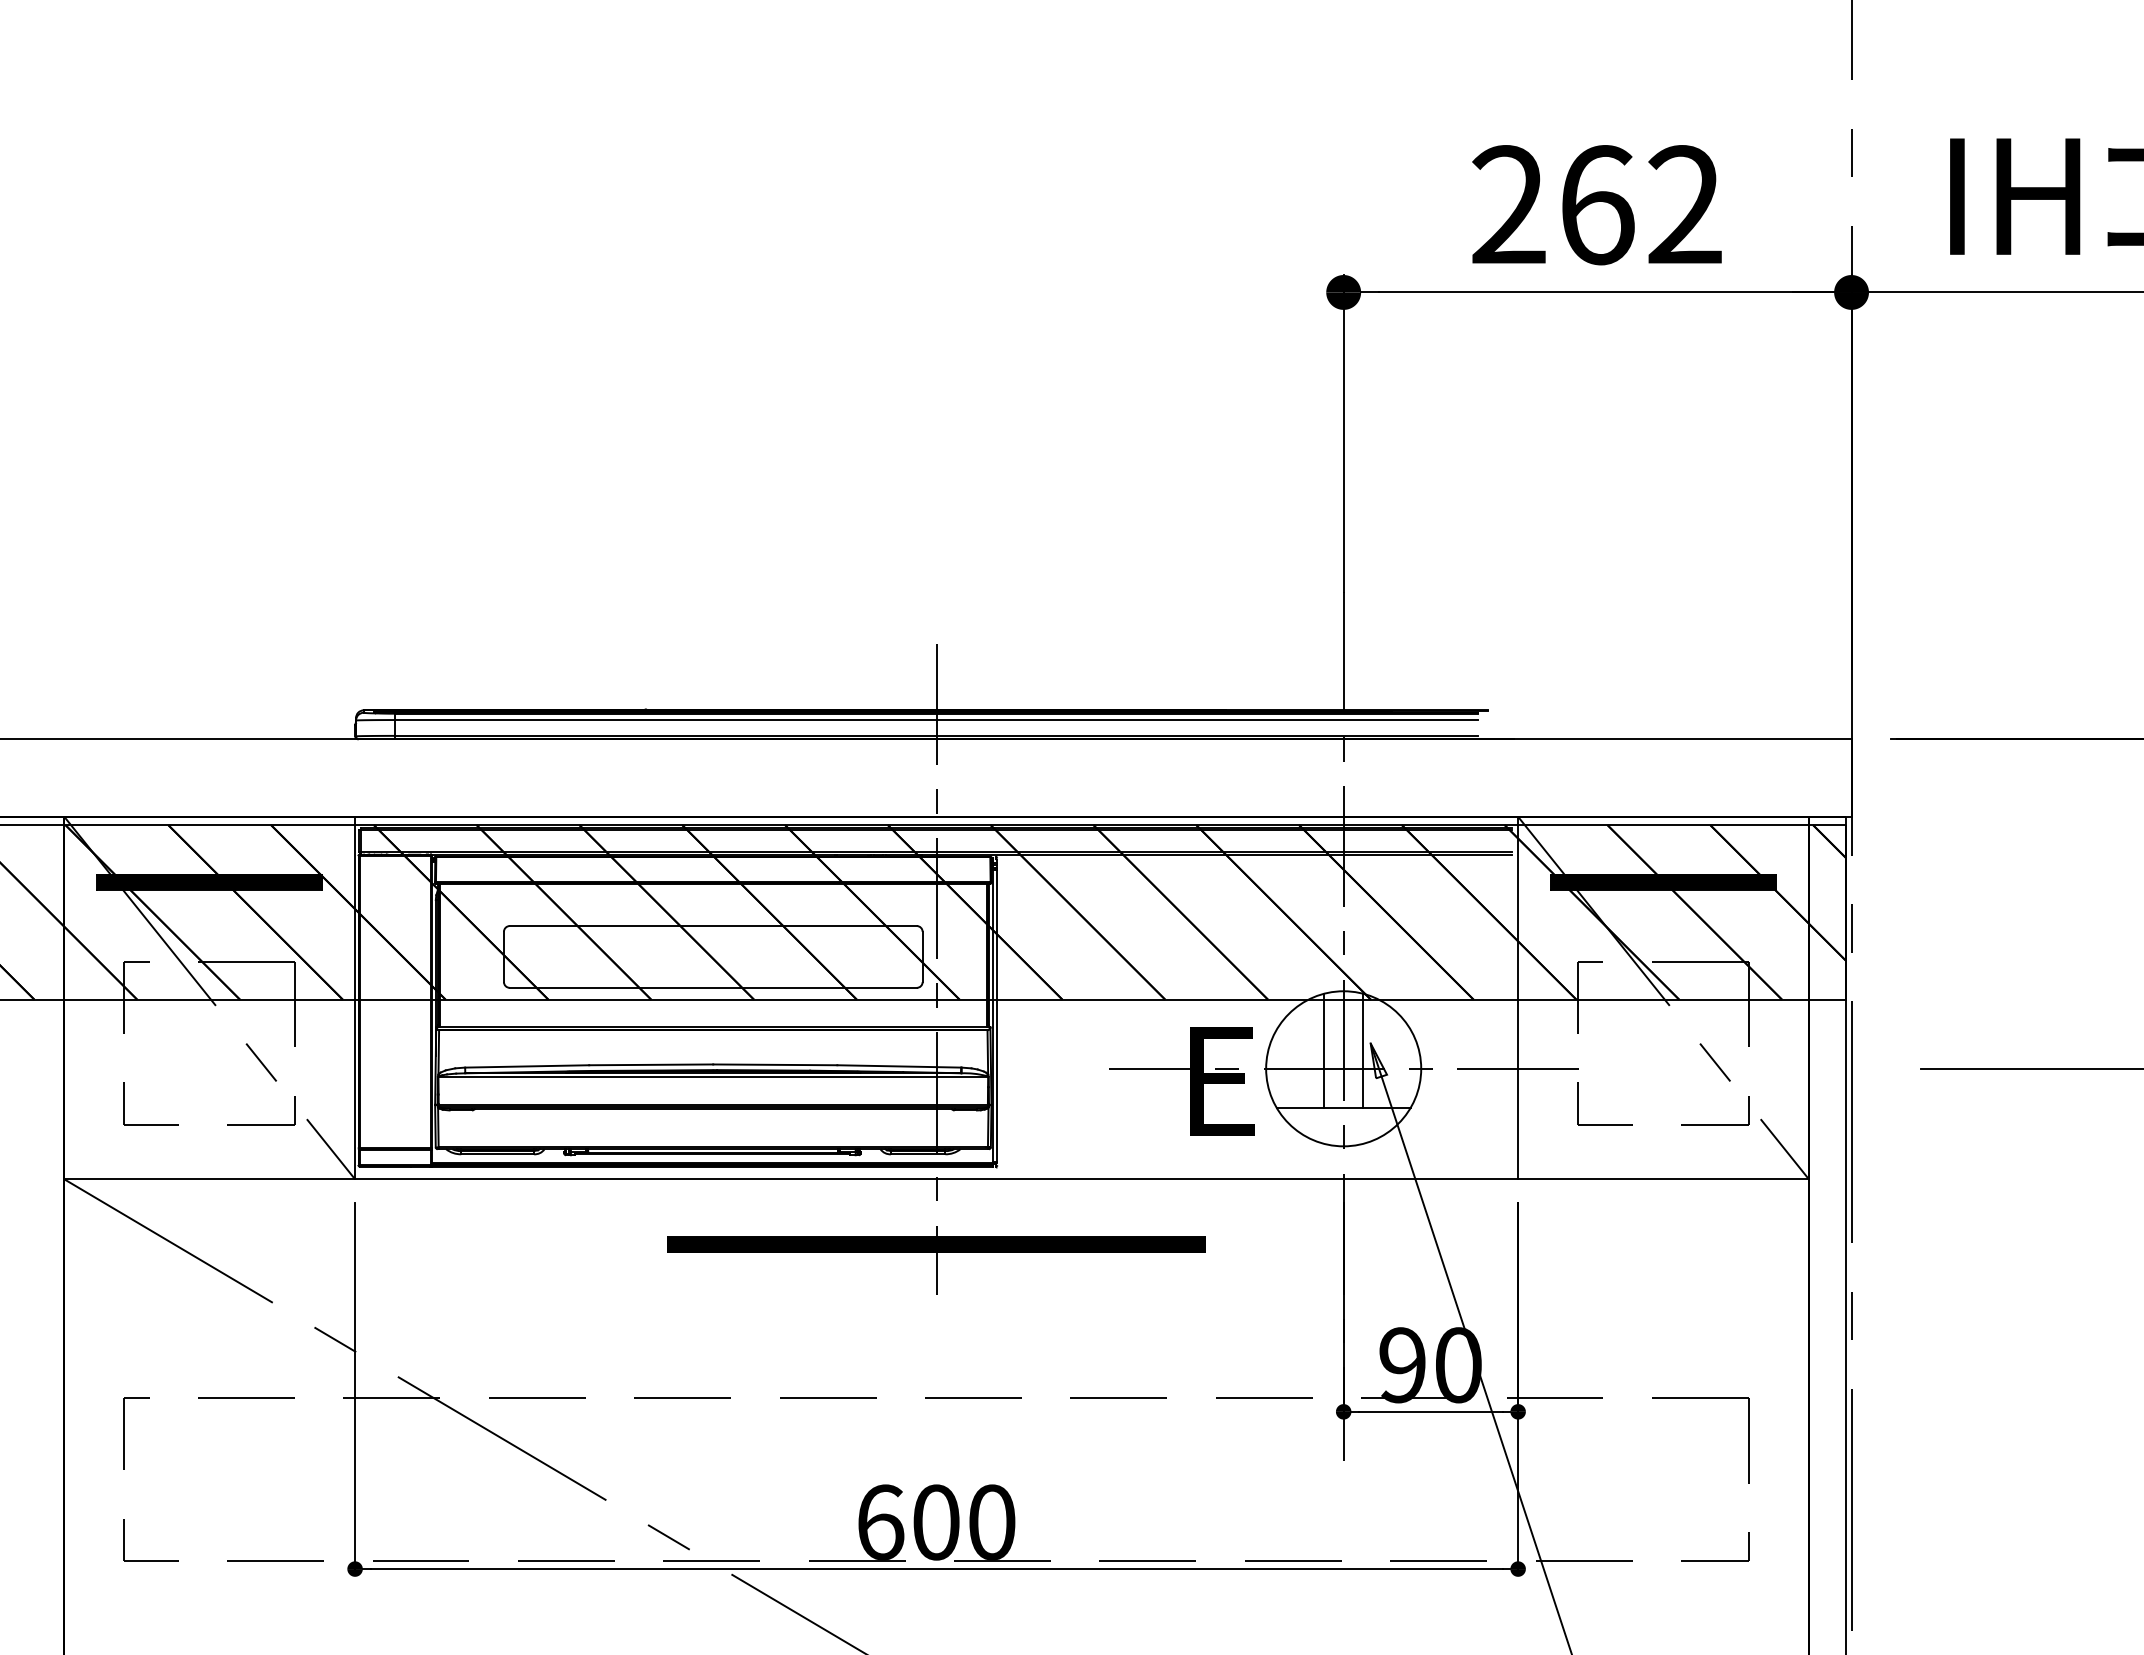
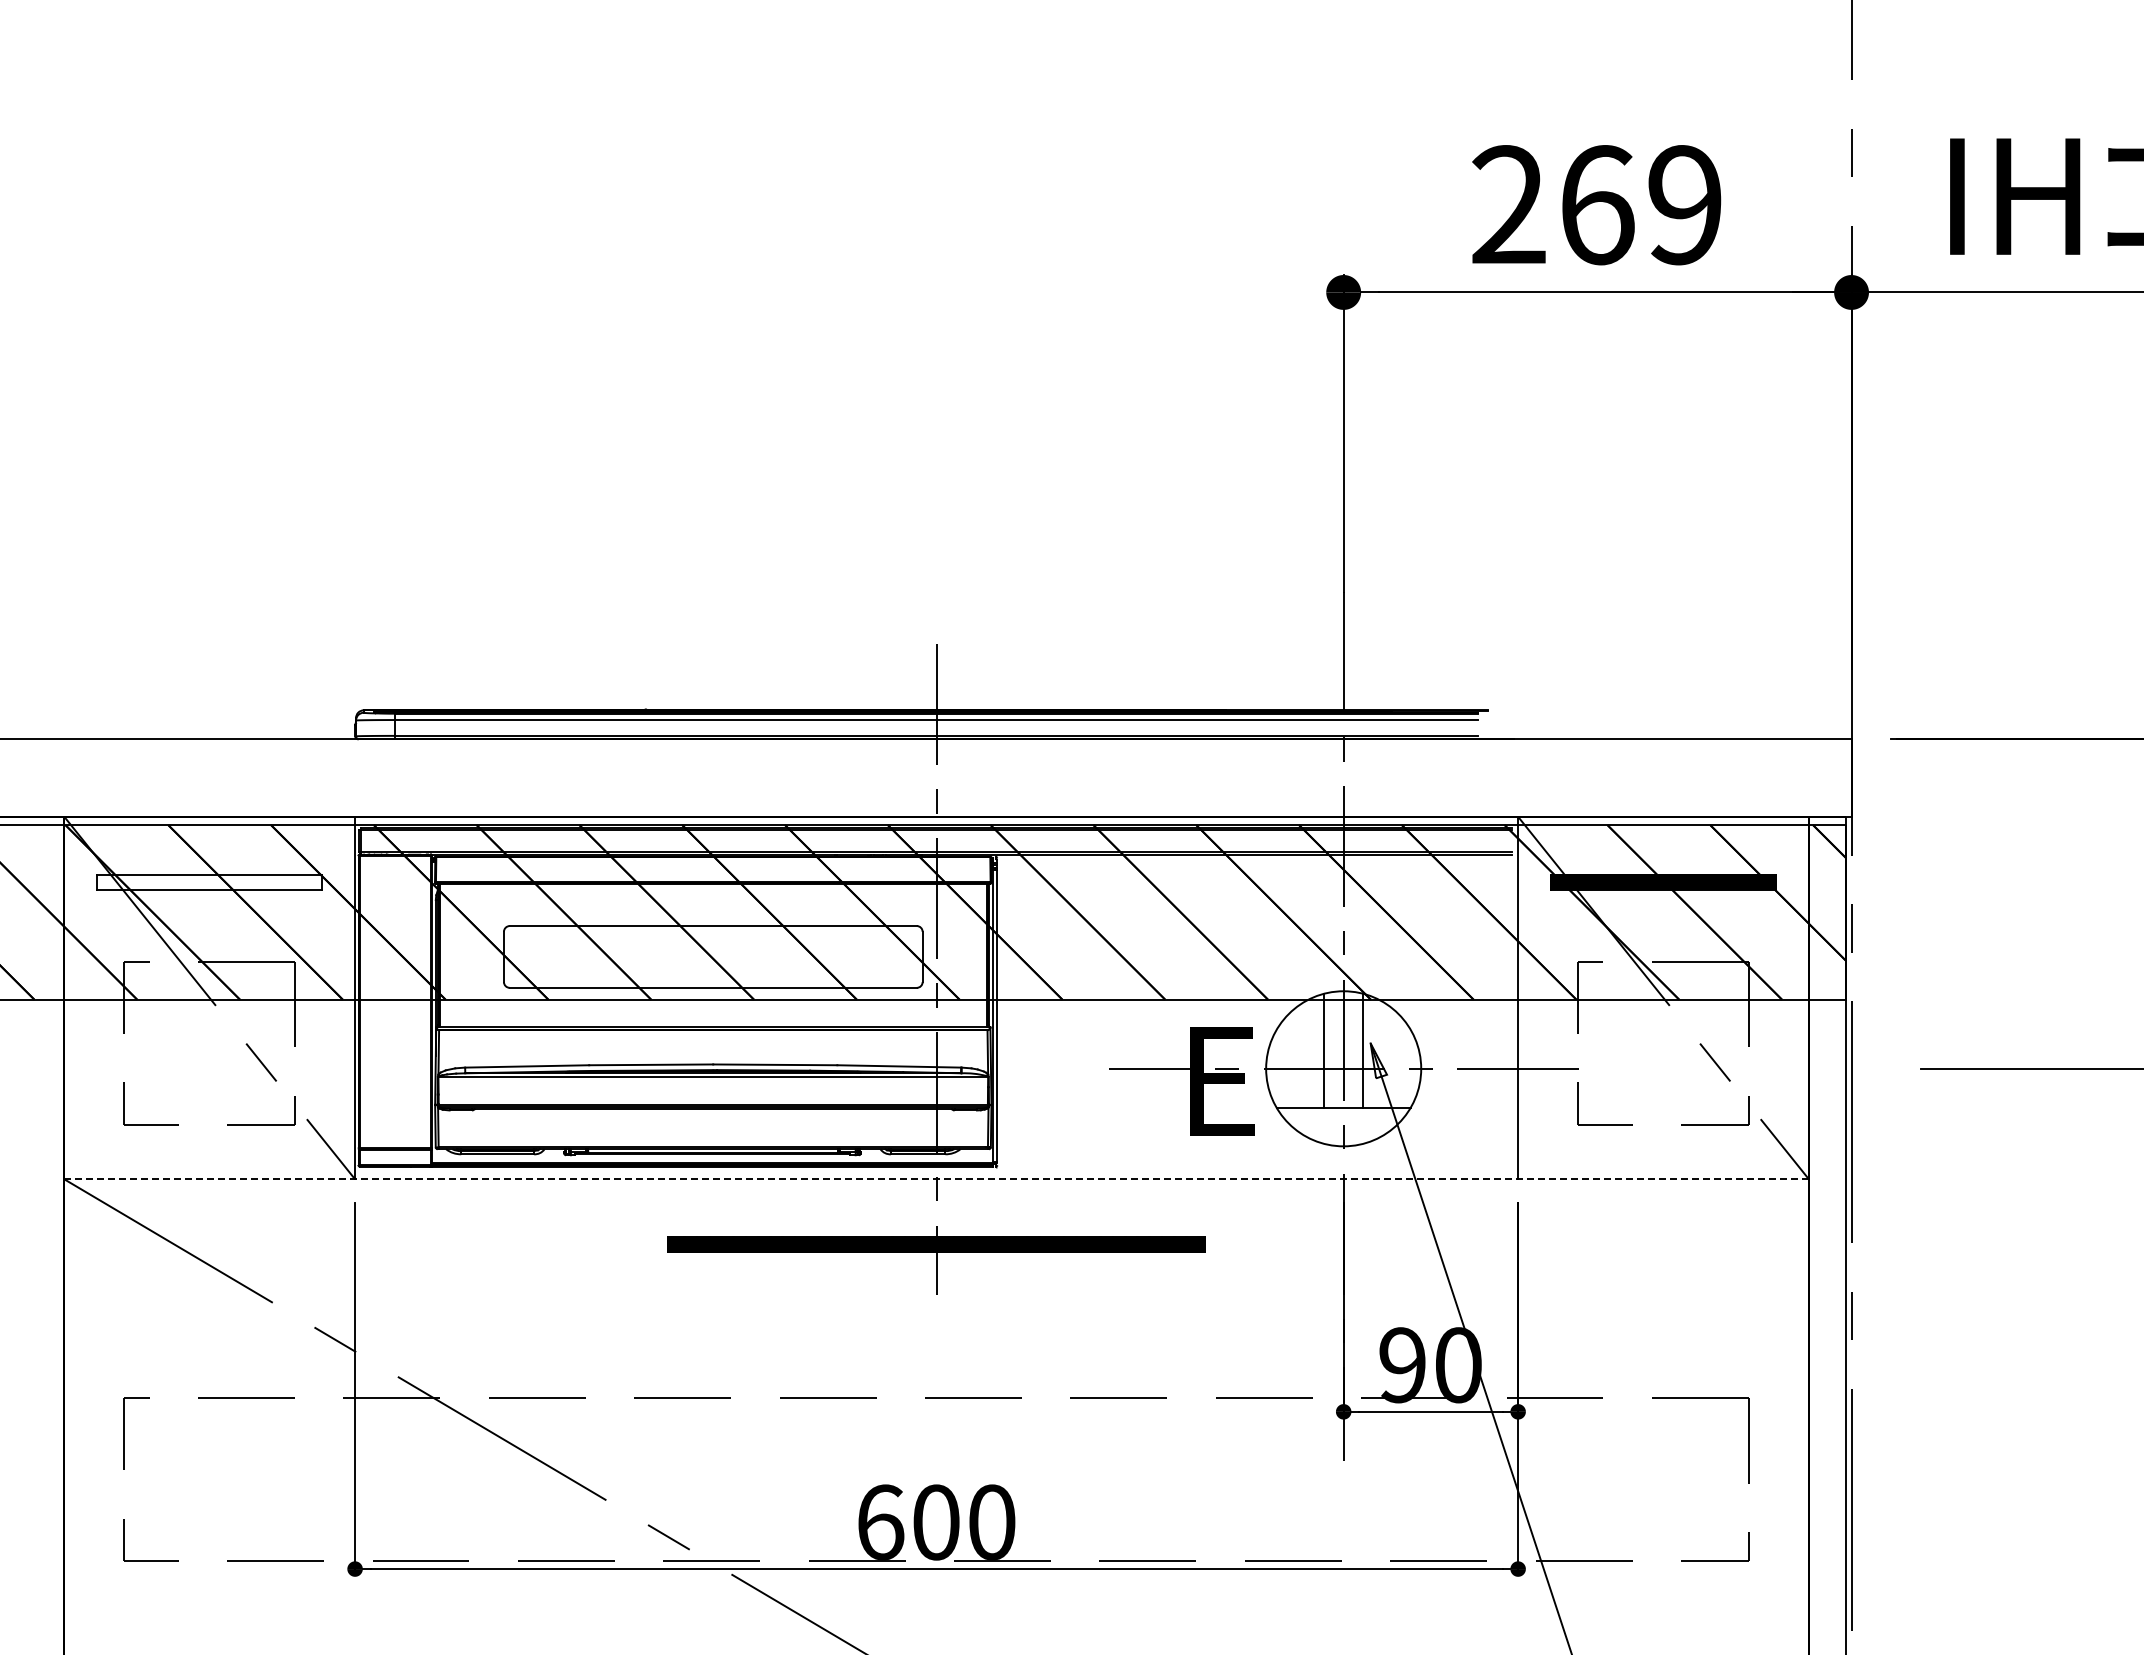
text at (1684, 205): 262 -> 269
hatch at (209, 881): present -> none
line at (936, 1179): solid -> dashed
